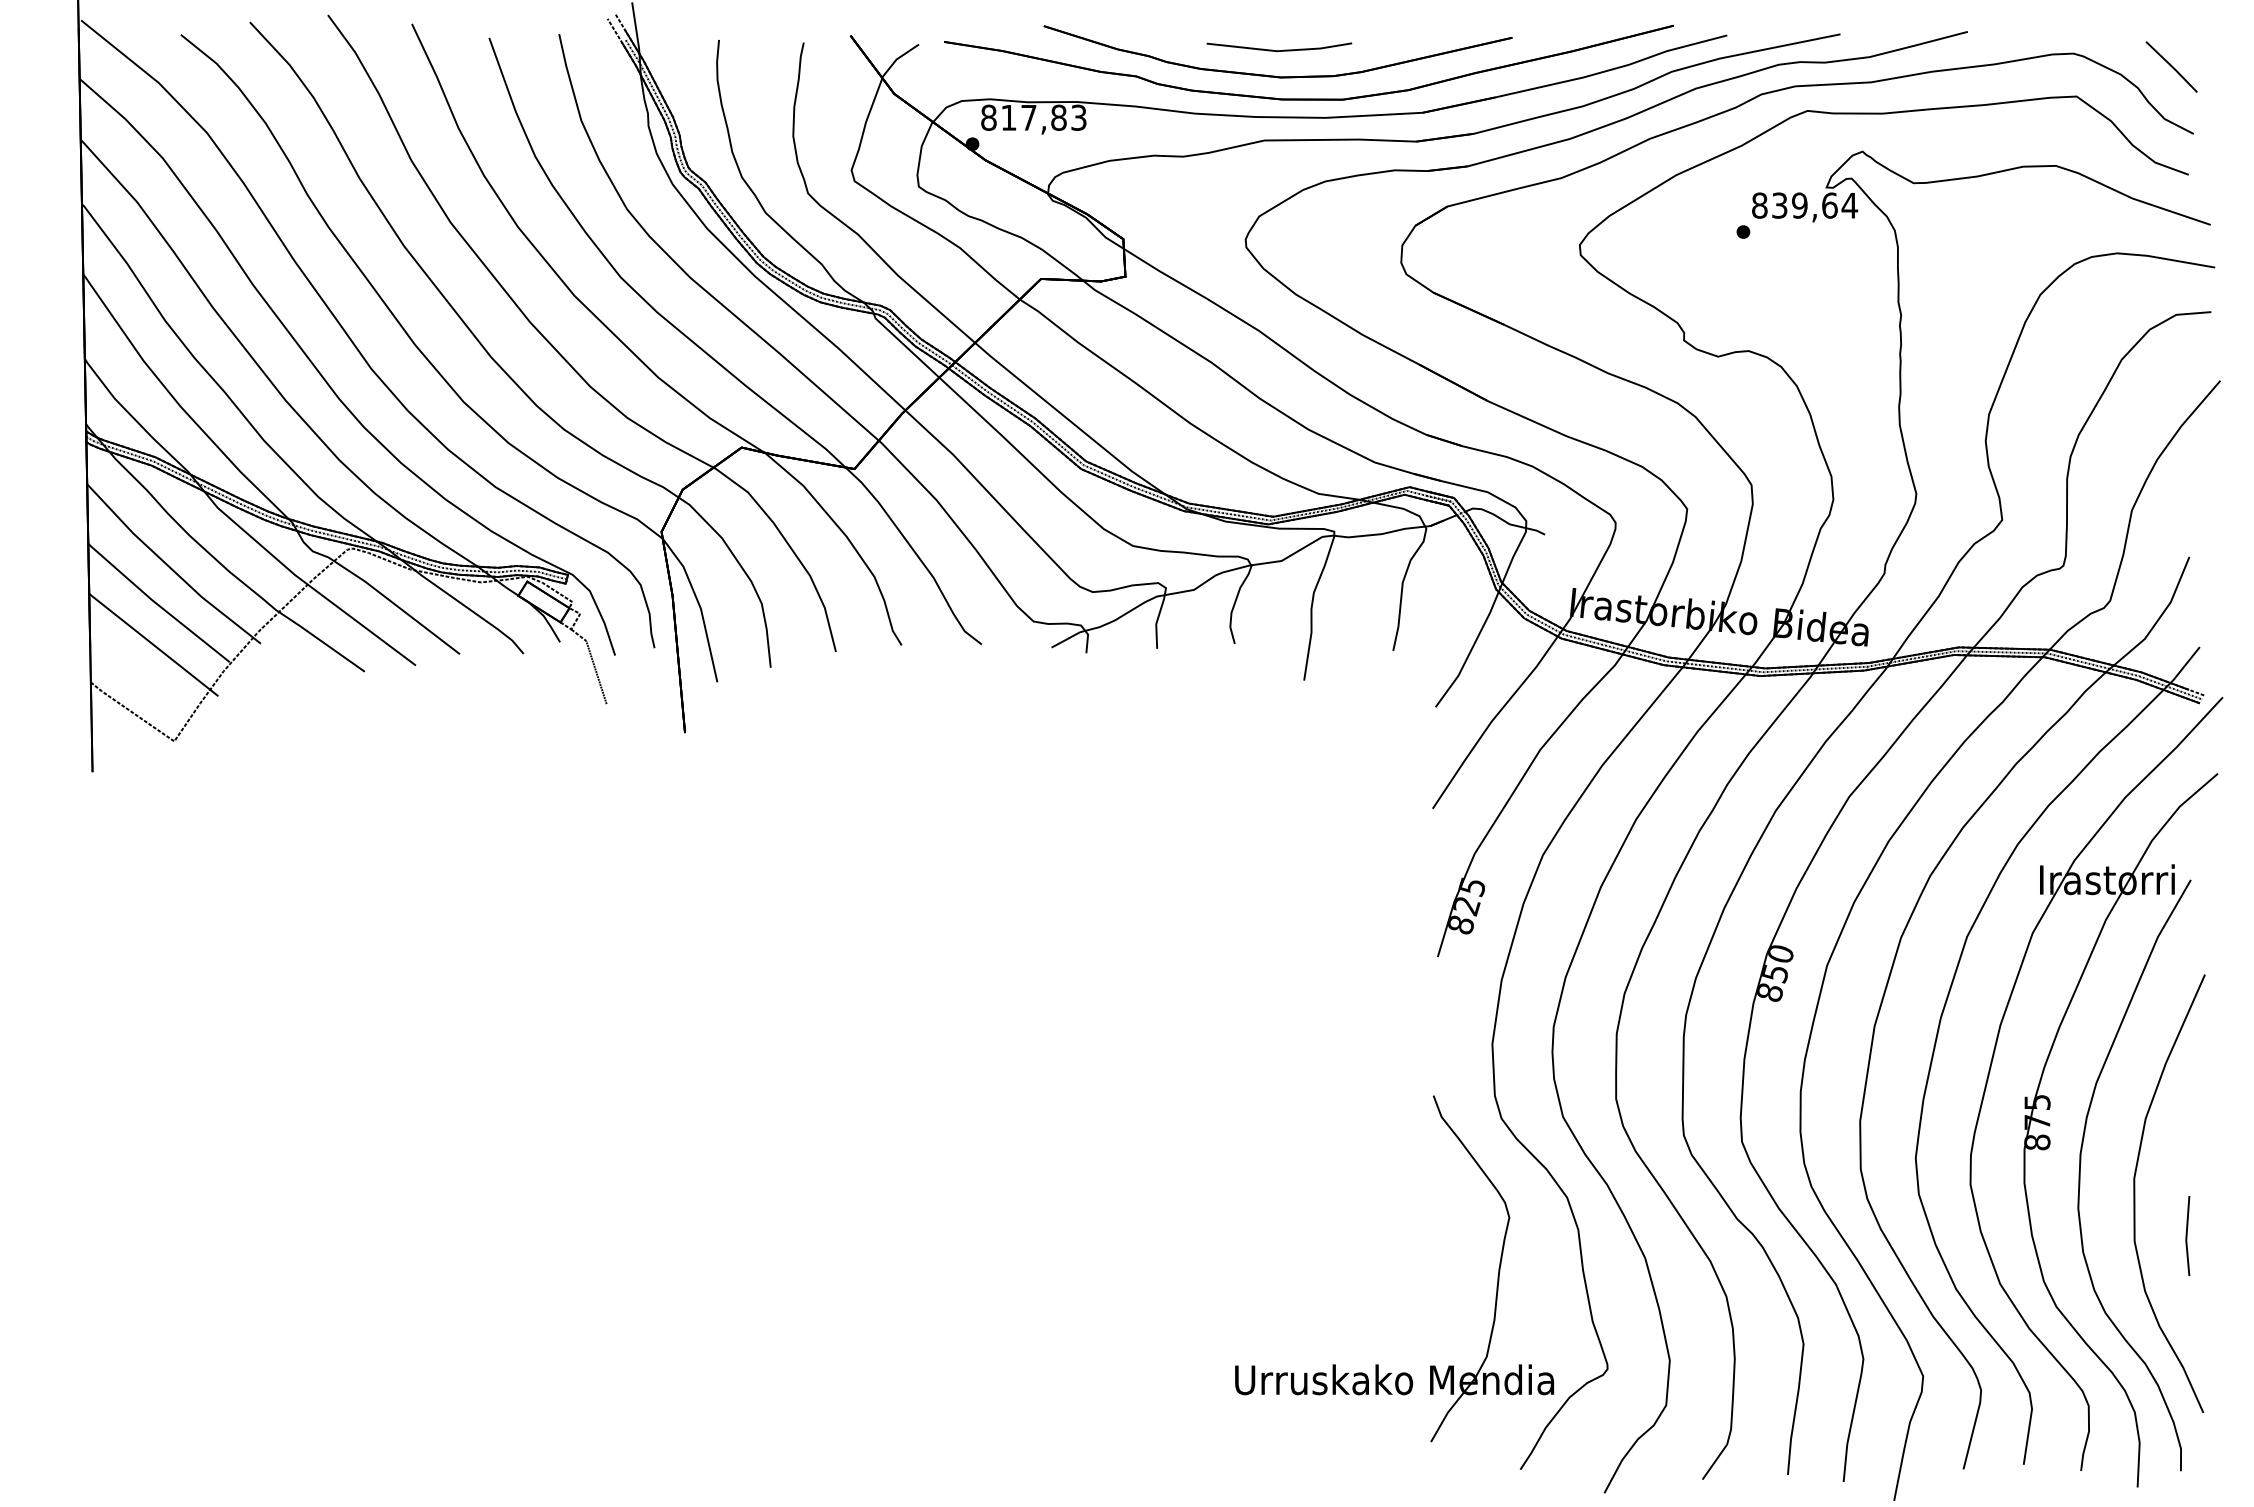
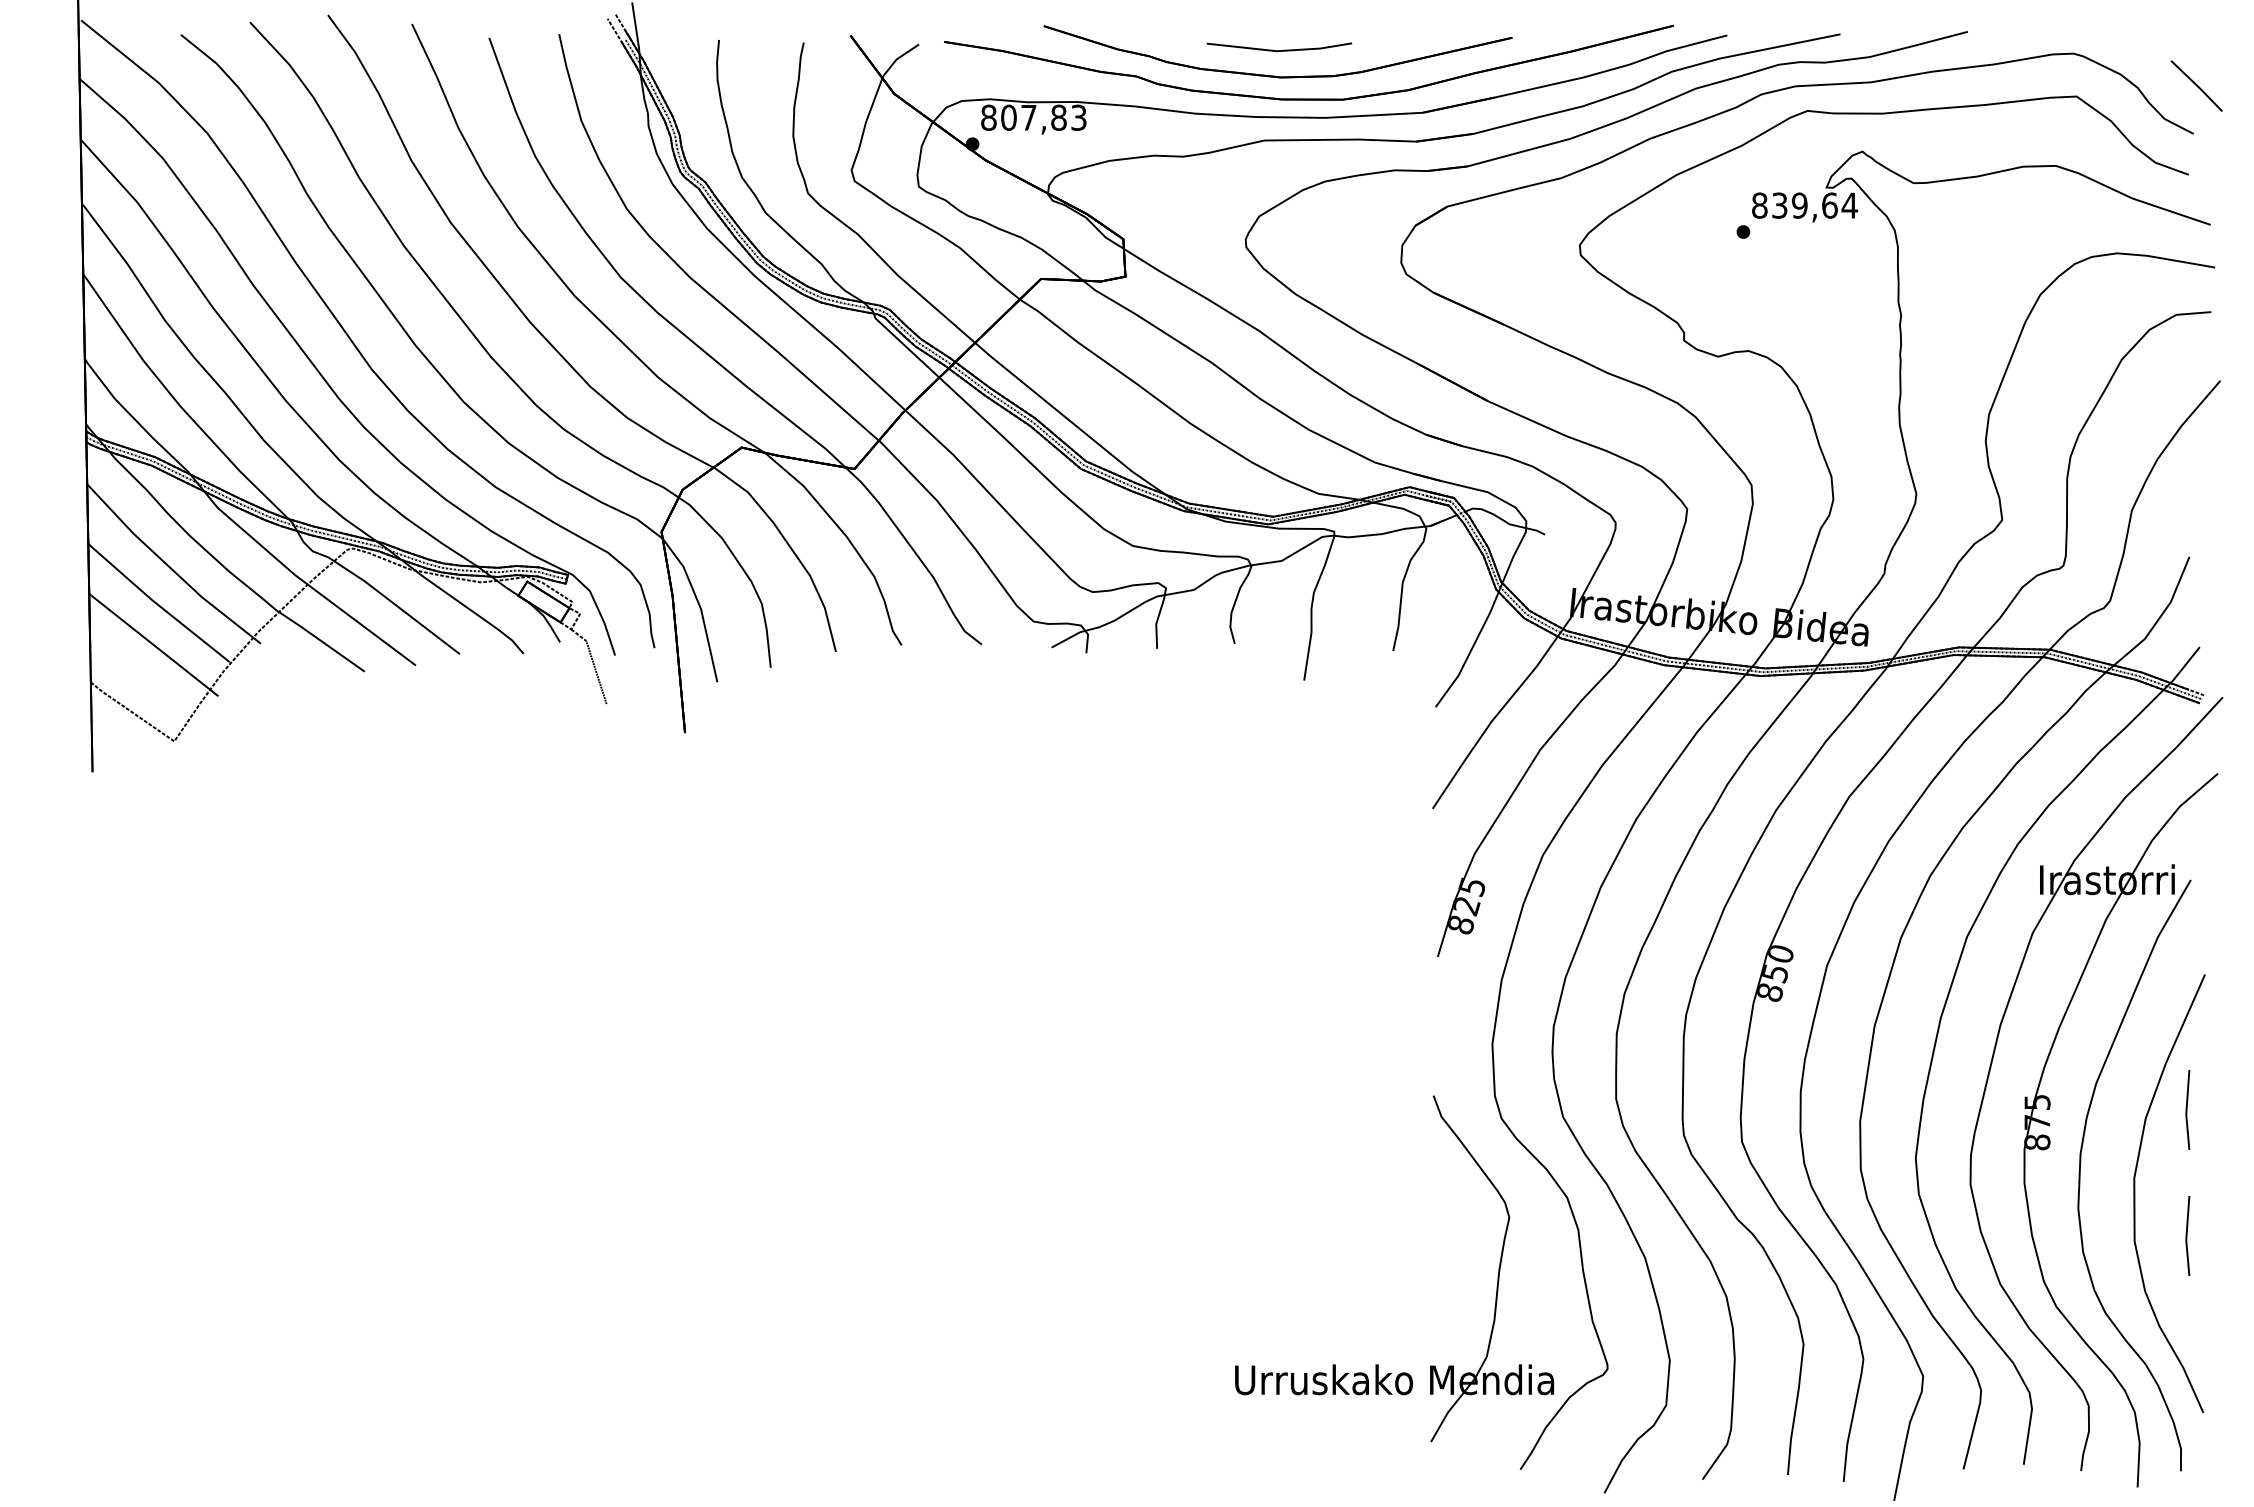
line at (2171, 66) position: (2171, 66) -> (2196, 85)
text at (1008, 117): 817,83 -> 807,83
line at (2187, 1109): none -> present
